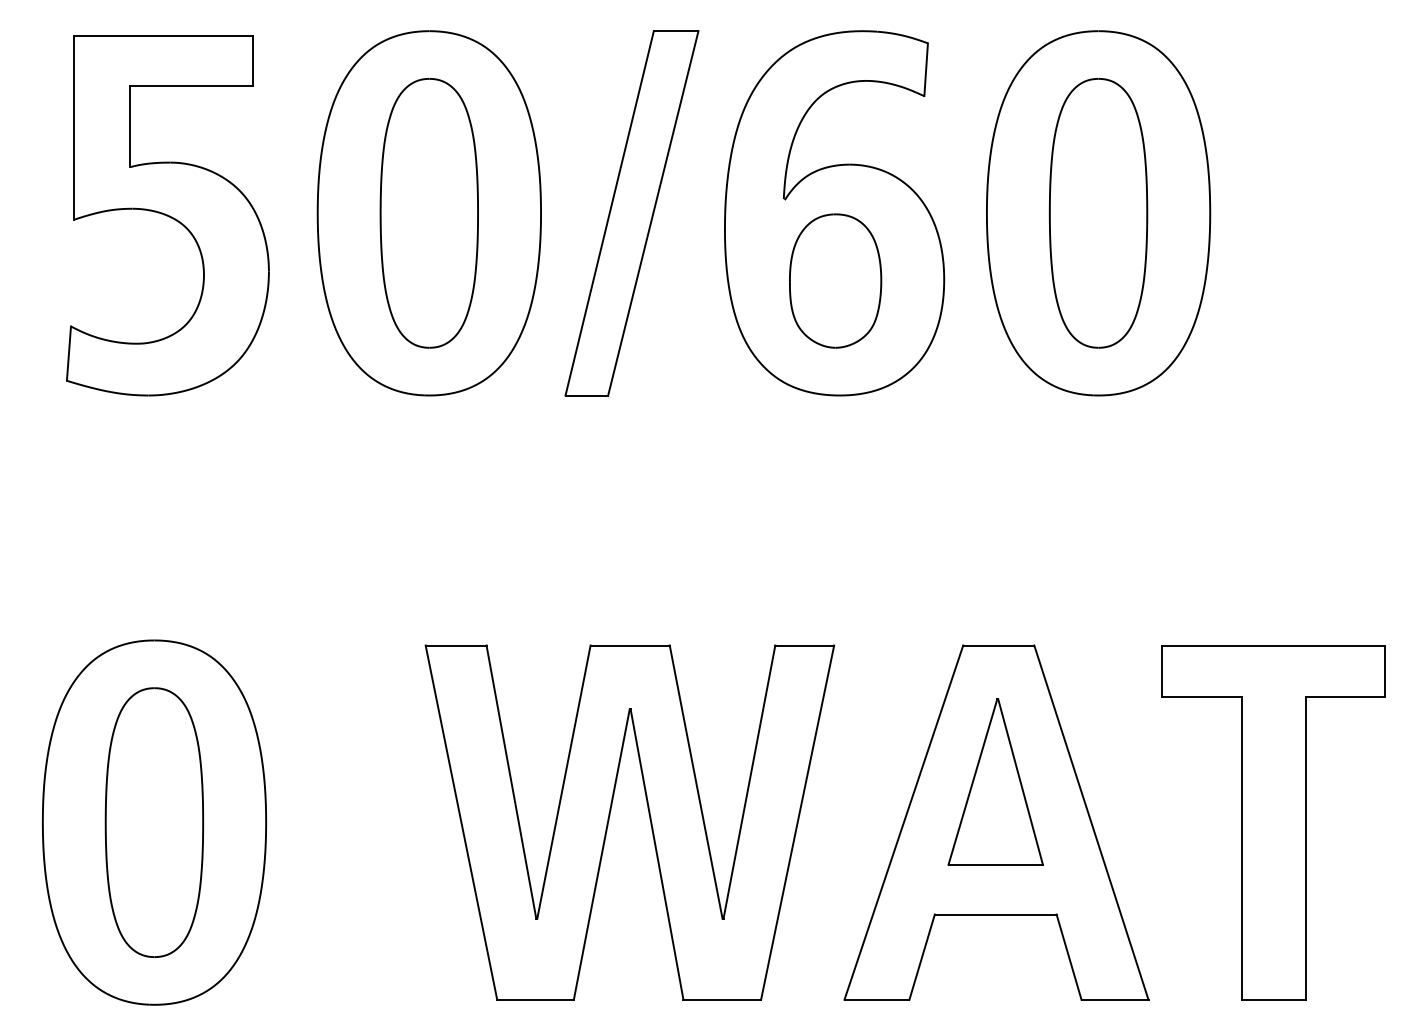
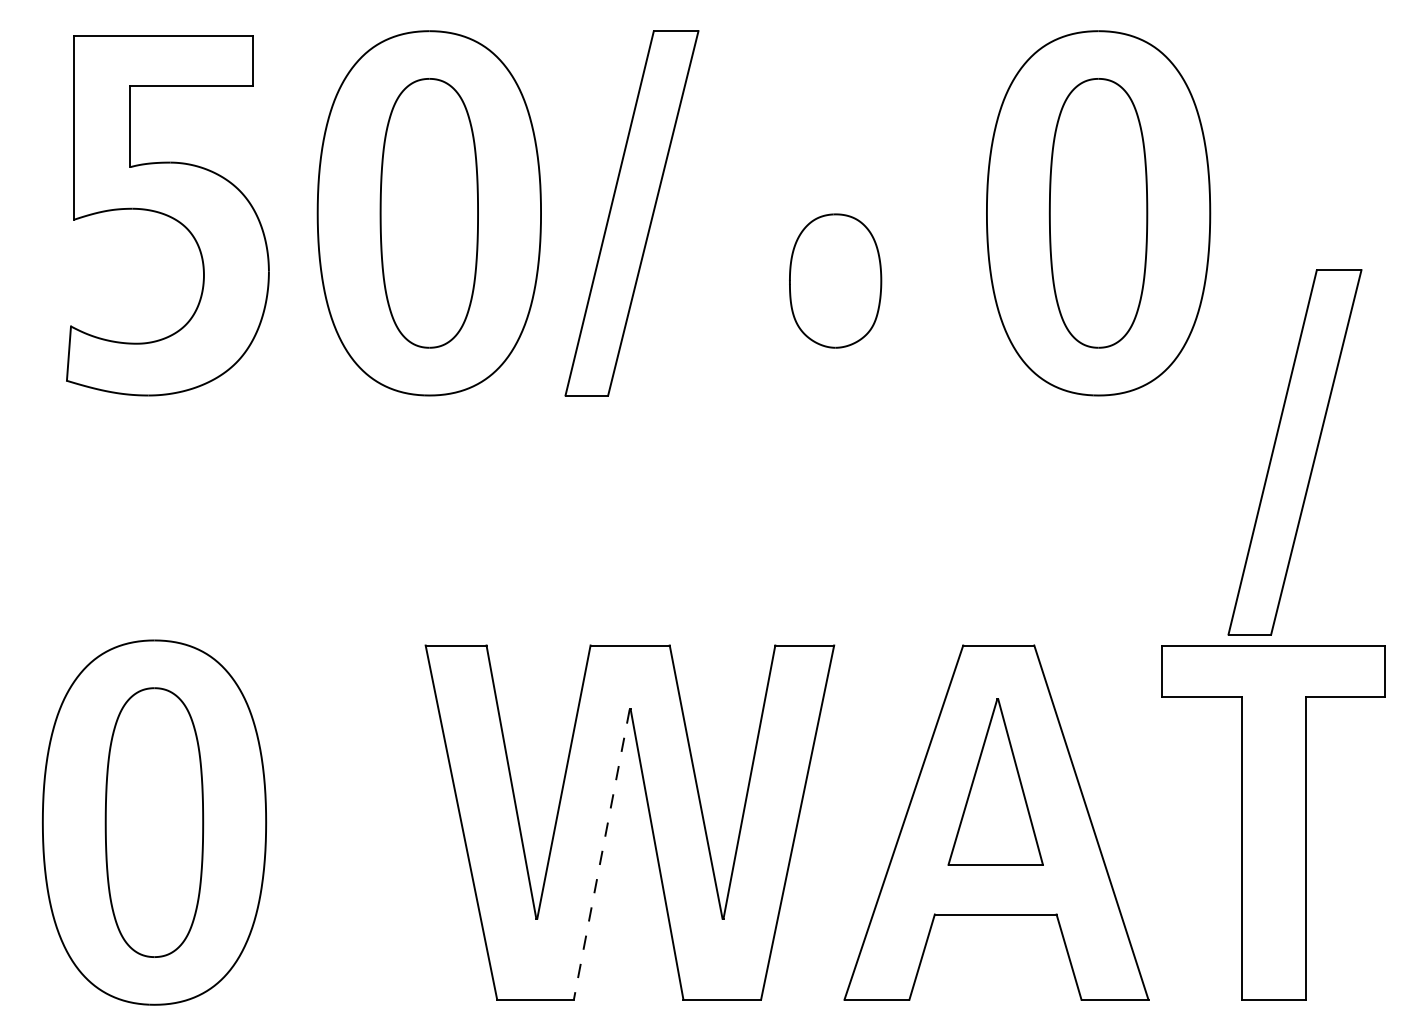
part at (834, 213): present -> none
part at (1294, 452): none -> present
line at (601, 854): solid -> dashed
